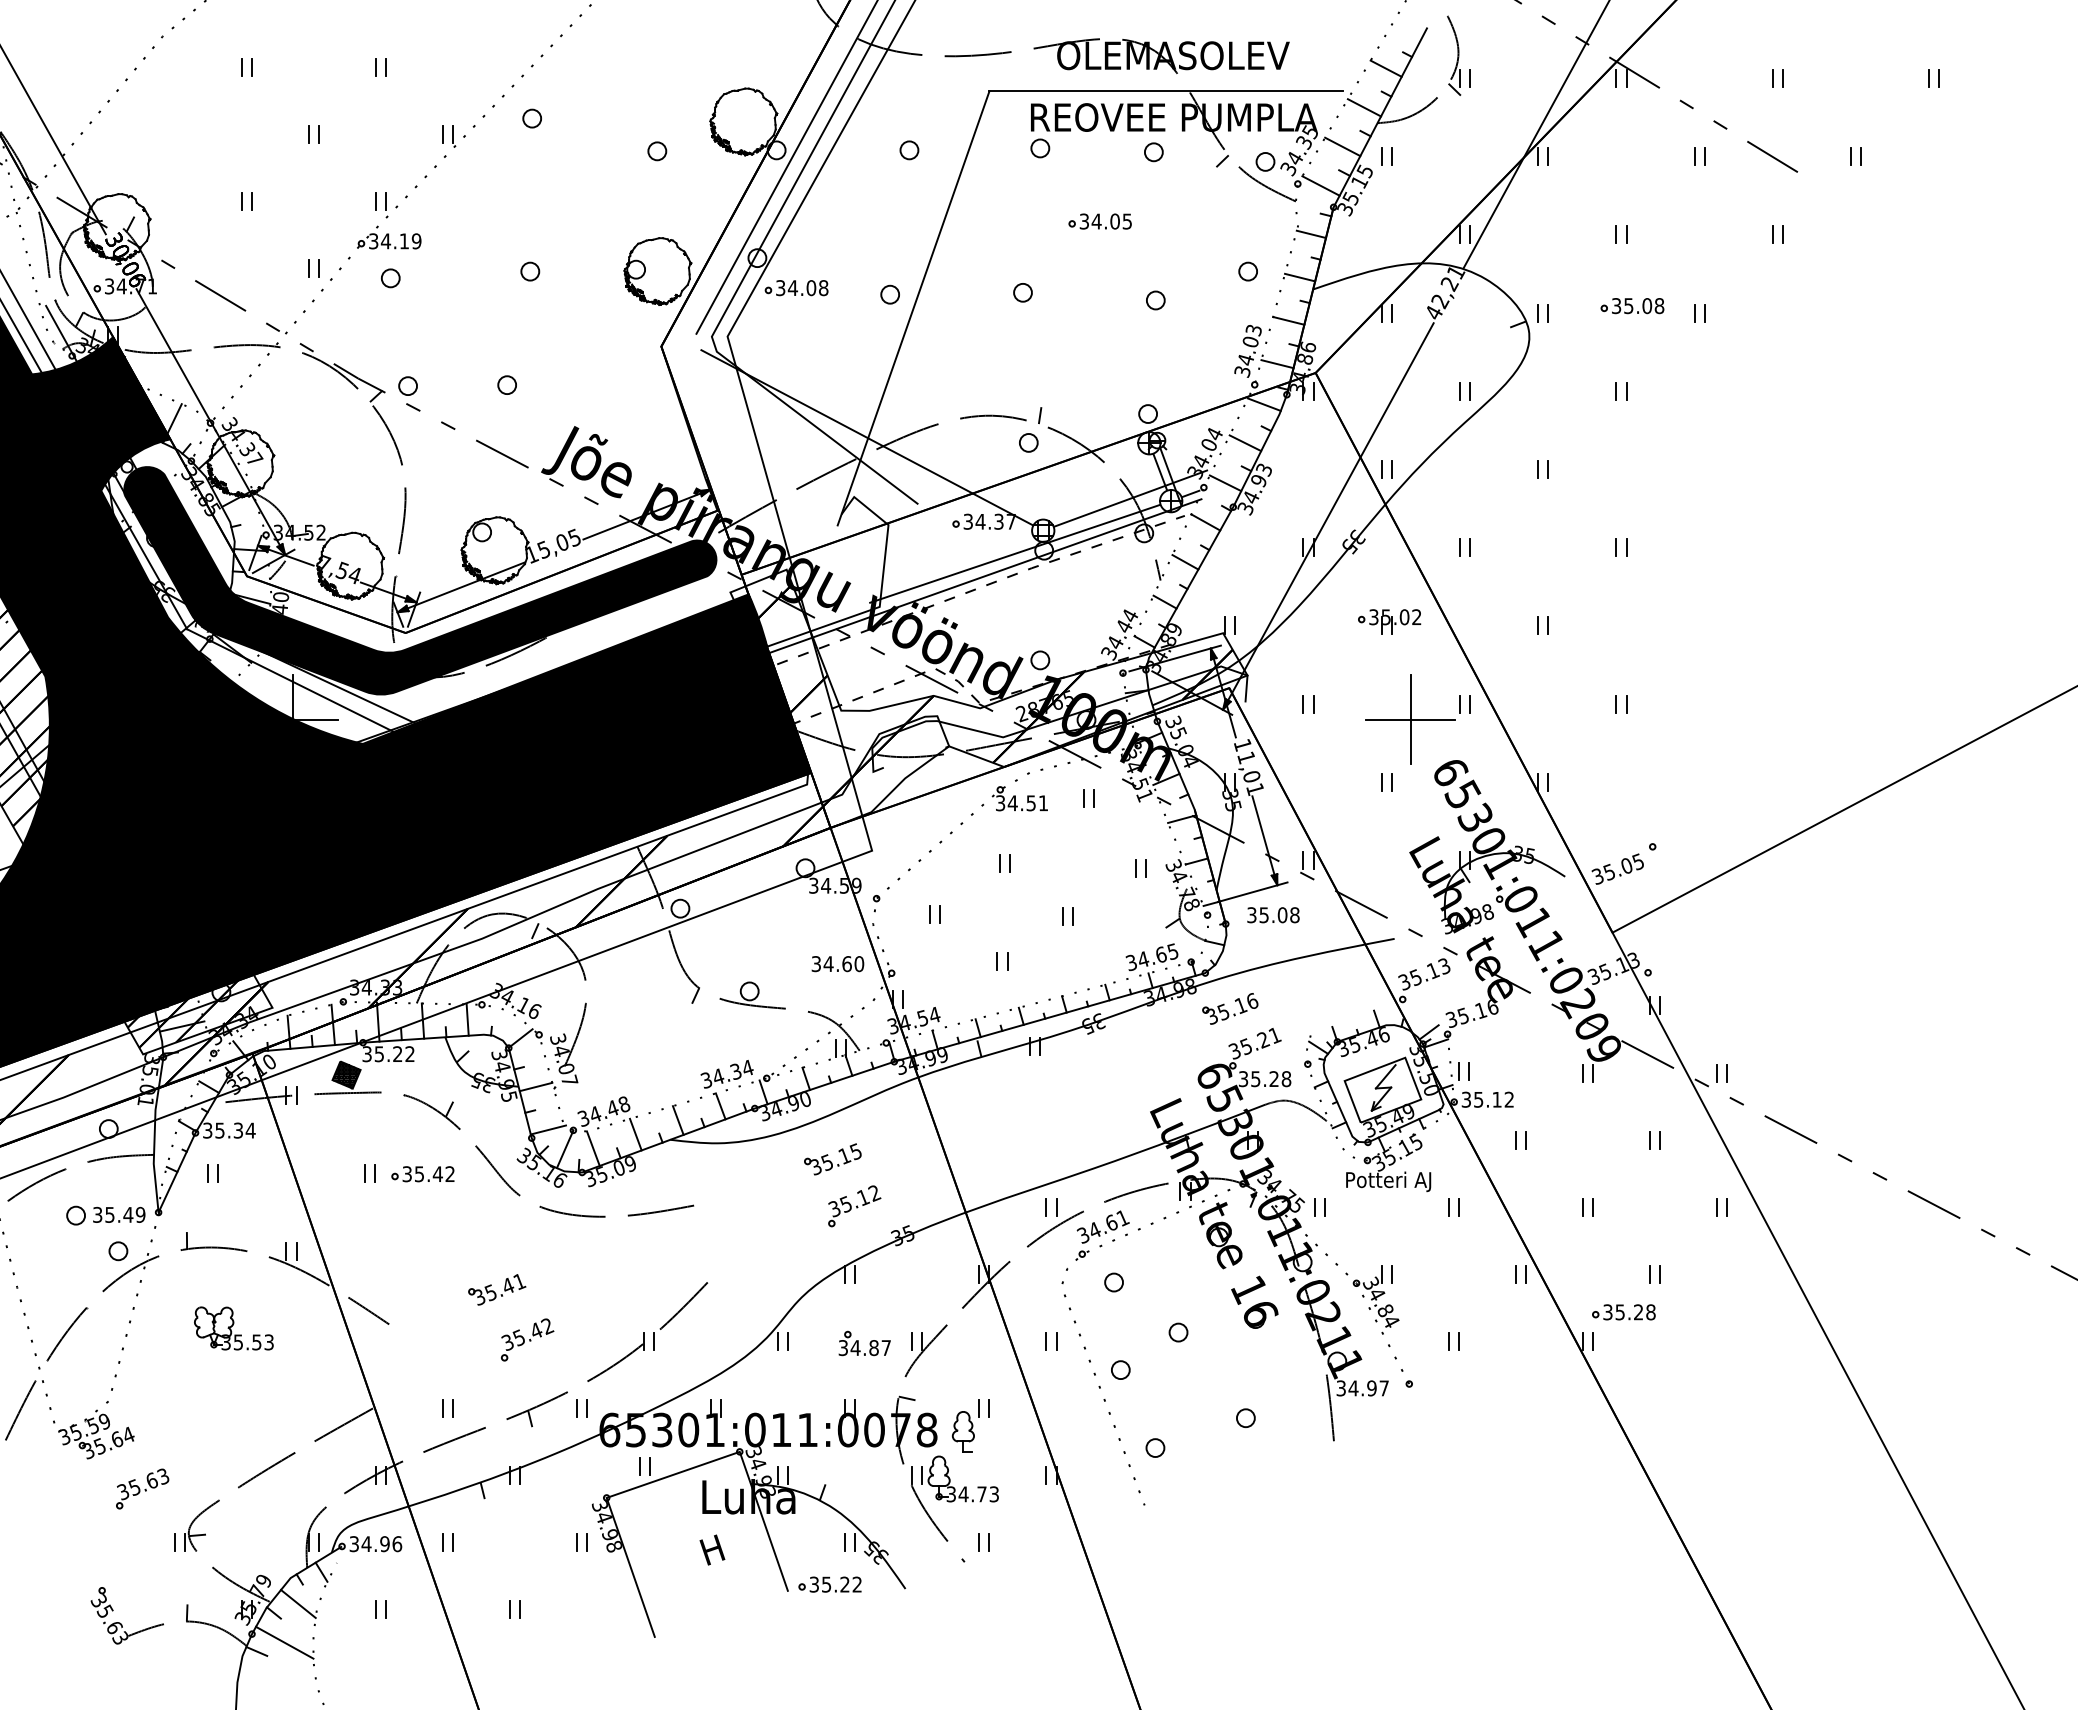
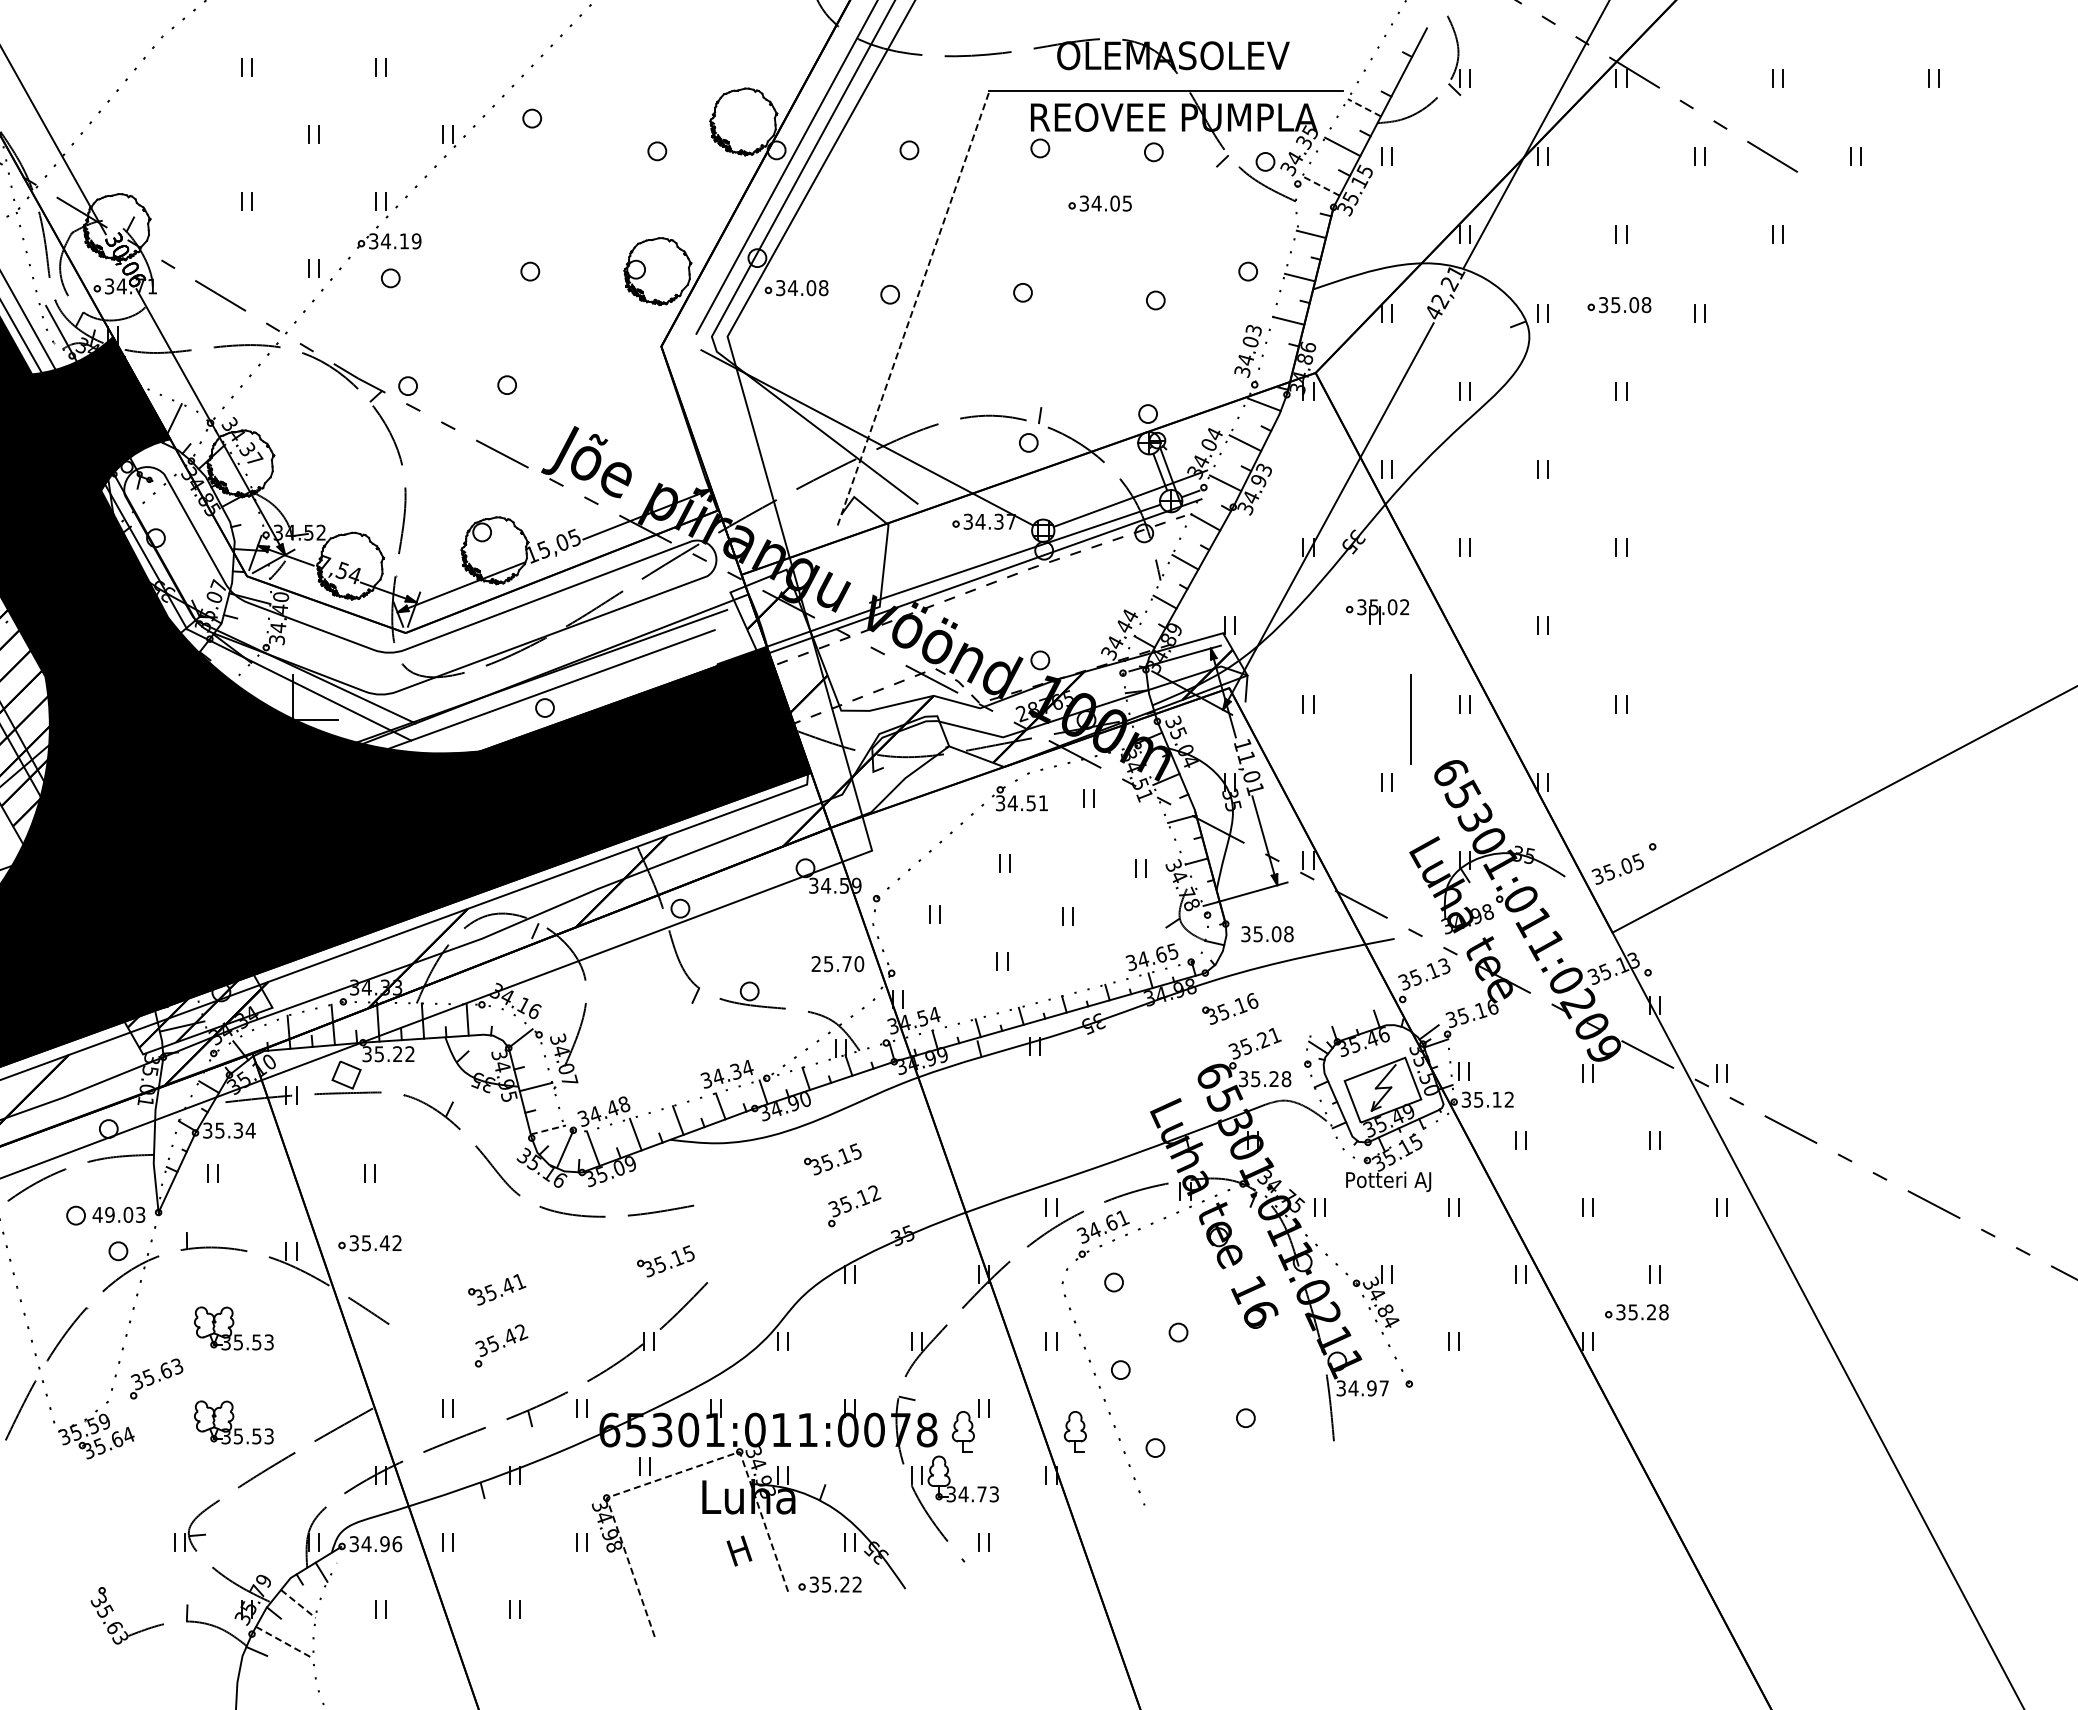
line at (1385, 68): present -> none
line at (1364, 107): solid -> dashed
line at (1320, 185): solid -> dashed
part at (1099, 221) position: (1099, 221) -> (1099, 203)
part at (1632, 306) position: (1632, 306) -> (1619, 305)
line at (913, 308): solid -> dashed
line at (1277, 364): present -> none
fill at (420, 580): present -> none
part at (1389, 621) position: (1389, 621) -> (1377, 611)
fill at (559, 673): present -> none
line at (1410, 719): present -> none
text at (1273, 915) position: (1273, 915) -> (1267, 934)
text at (831, 964): 34.60 -> 25.70
hatch at (346, 1074): present -> none
line at (548, 1129): solid -> dashed
part at (422, 1174) position: (422, 1174) -> (369, 1243)
text at (118, 1214): 35.49 -> 49.03
part at (665, 1261): none -> present
part at (1623, 1312) position: (1623, 1312) -> (1636, 1312)
part at (527, 1339) position: (527, 1339) -> (501, 1345)
part at (864, 1343): present -> none
part at (233, 1422): none -> present
part at (1074, 1431): none -> present
line at (672, 1475): solid -> dashed
part at (142, 1488) position: (142, 1488) -> (156, 1378)
text at (712, 1549) position: (712, 1549) -> (739, 1550)
line at (298, 1604): solid -> dashed
line at (284, 1642): solid -> dashed
